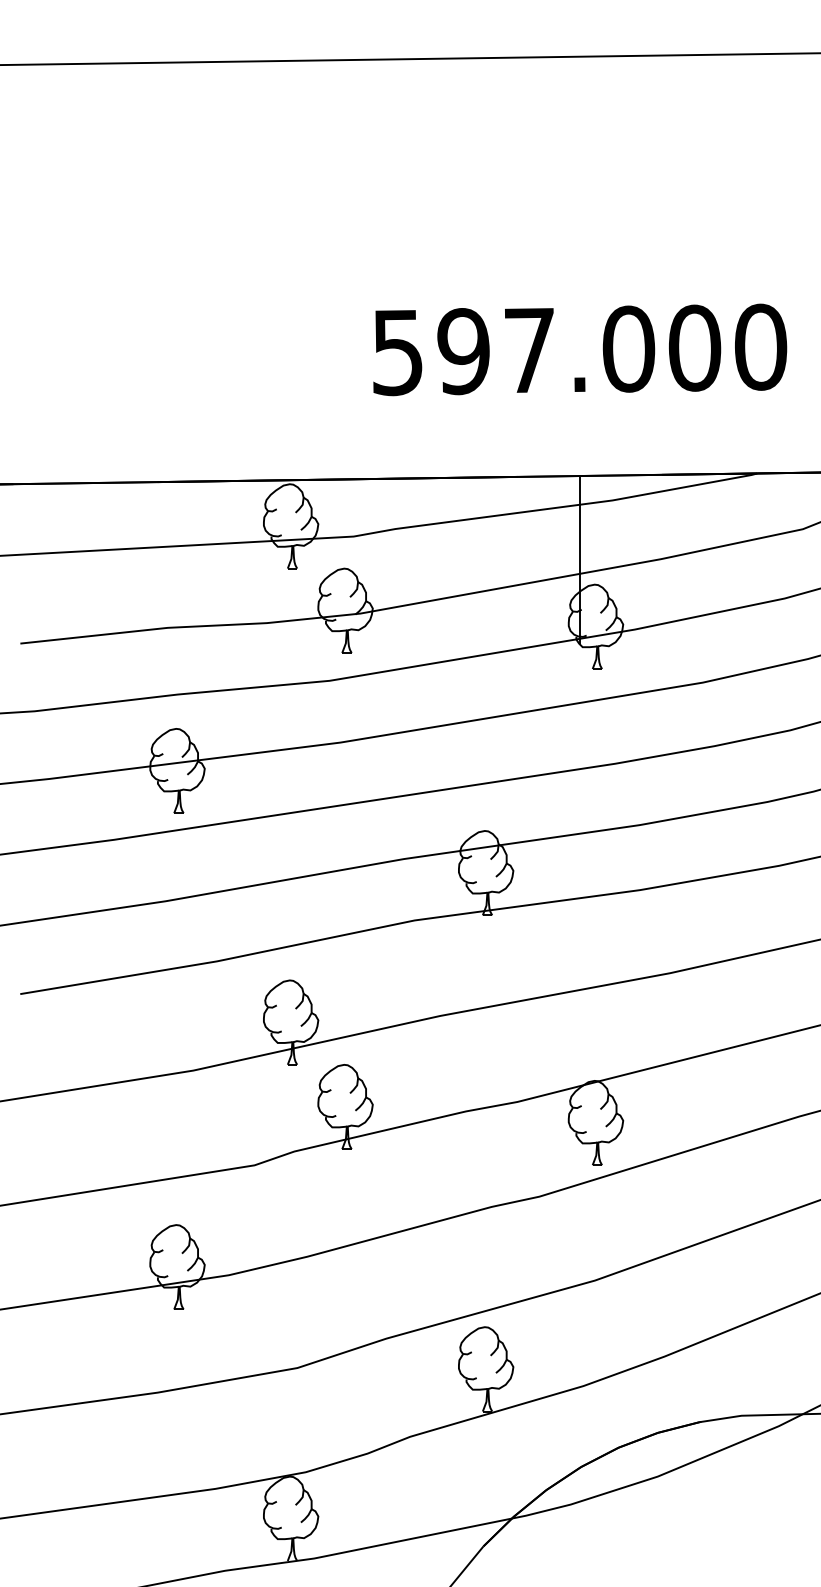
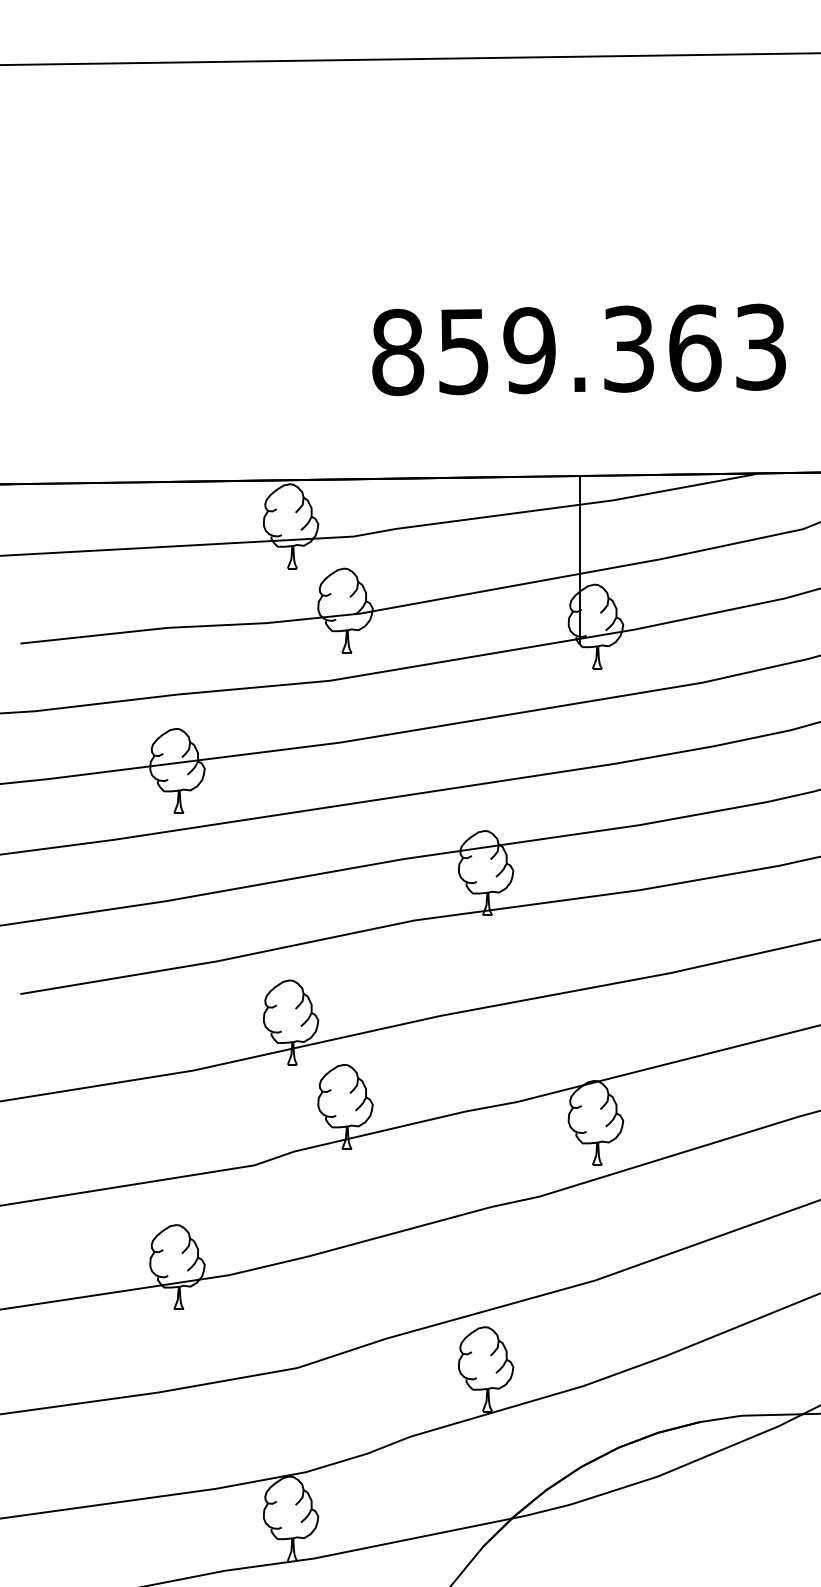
text at (579, 349): 597.000 -> 859.363
